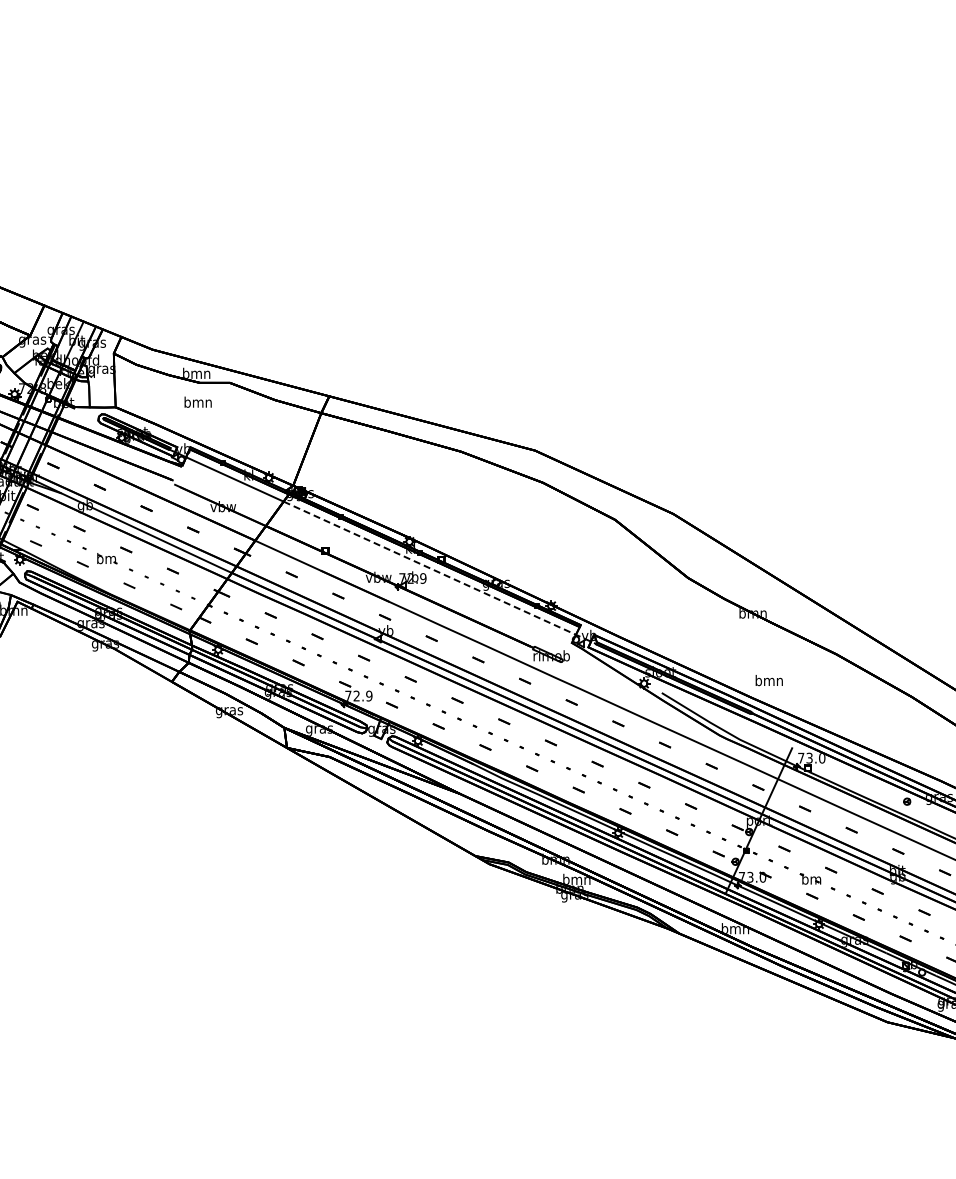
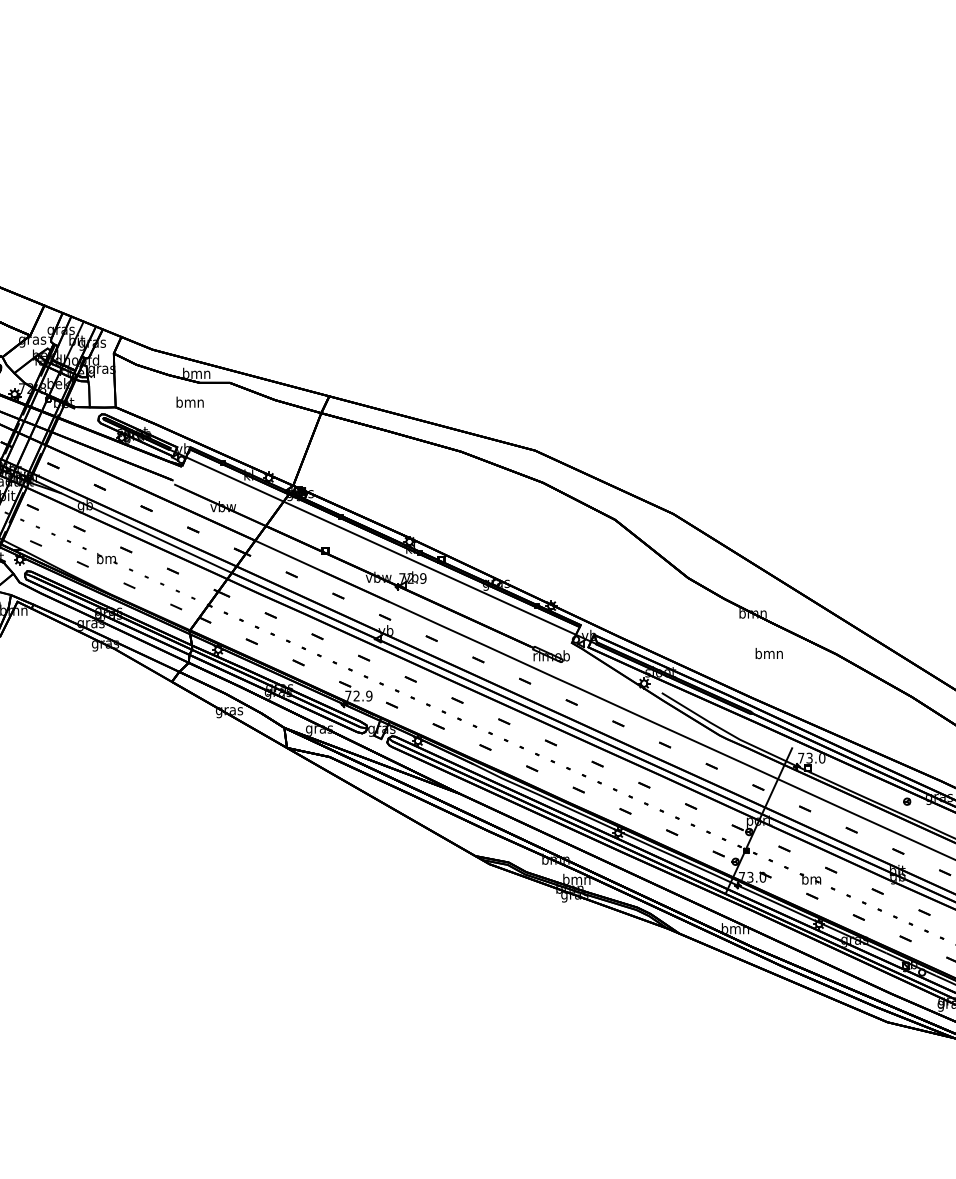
text at (197, 401) position: (197, 401) -> (189, 401)
line at (441, 573): dashed -> solid
text at (768, 680) position: (768, 680) -> (768, 653)
